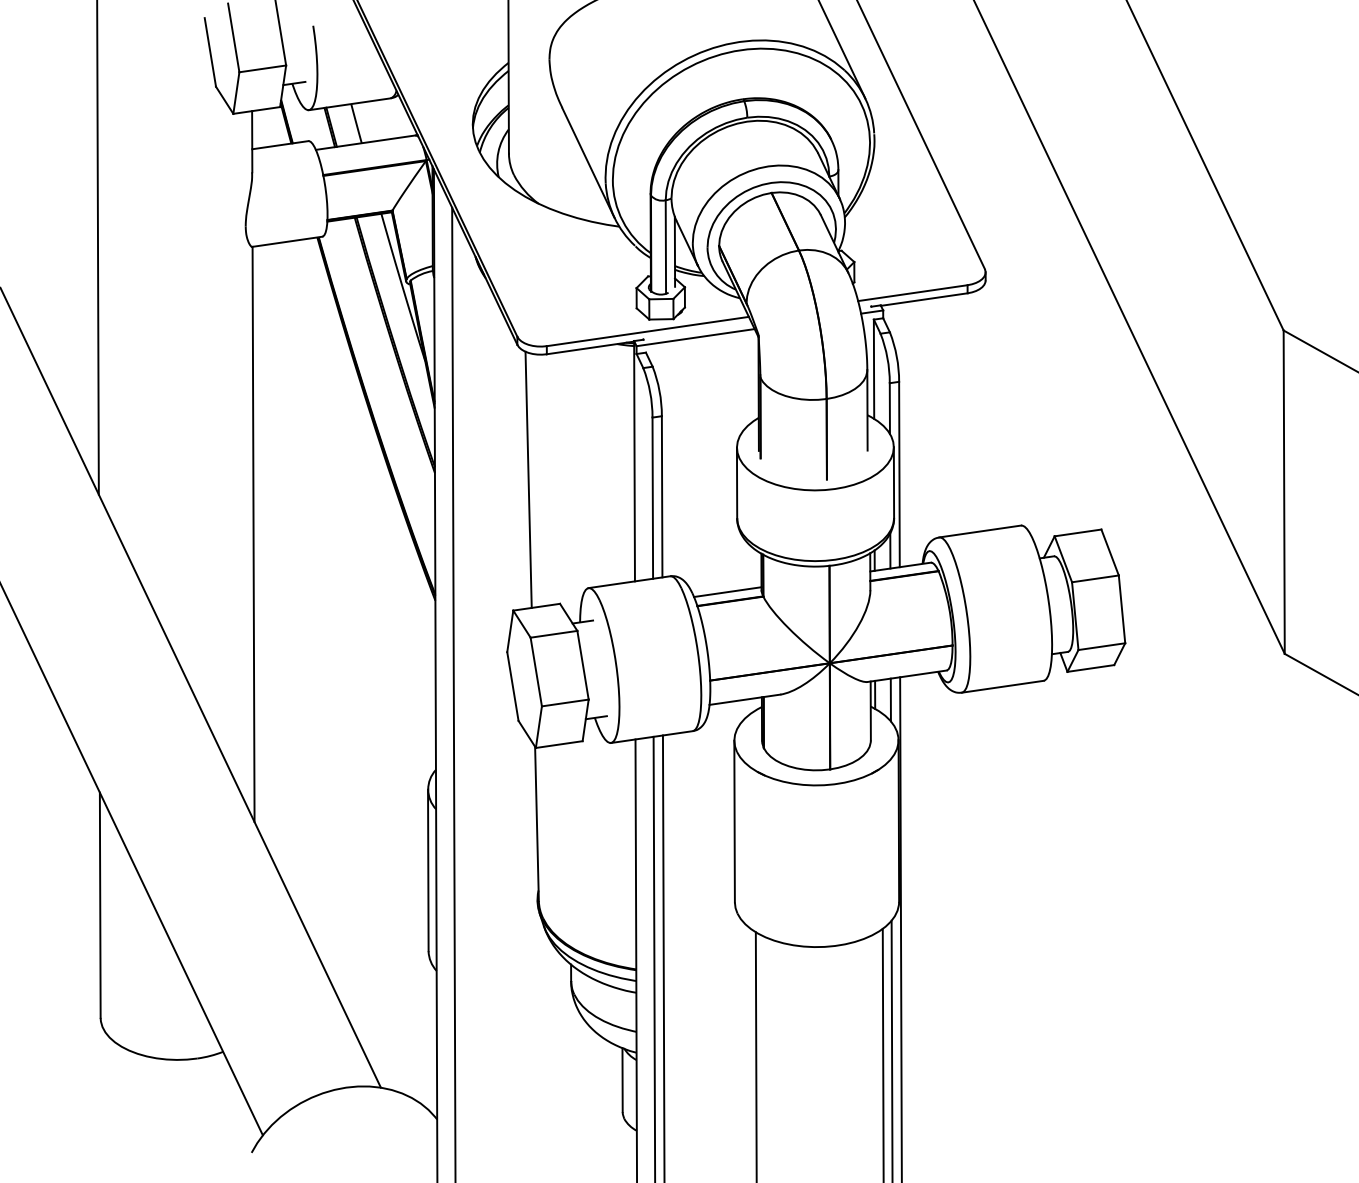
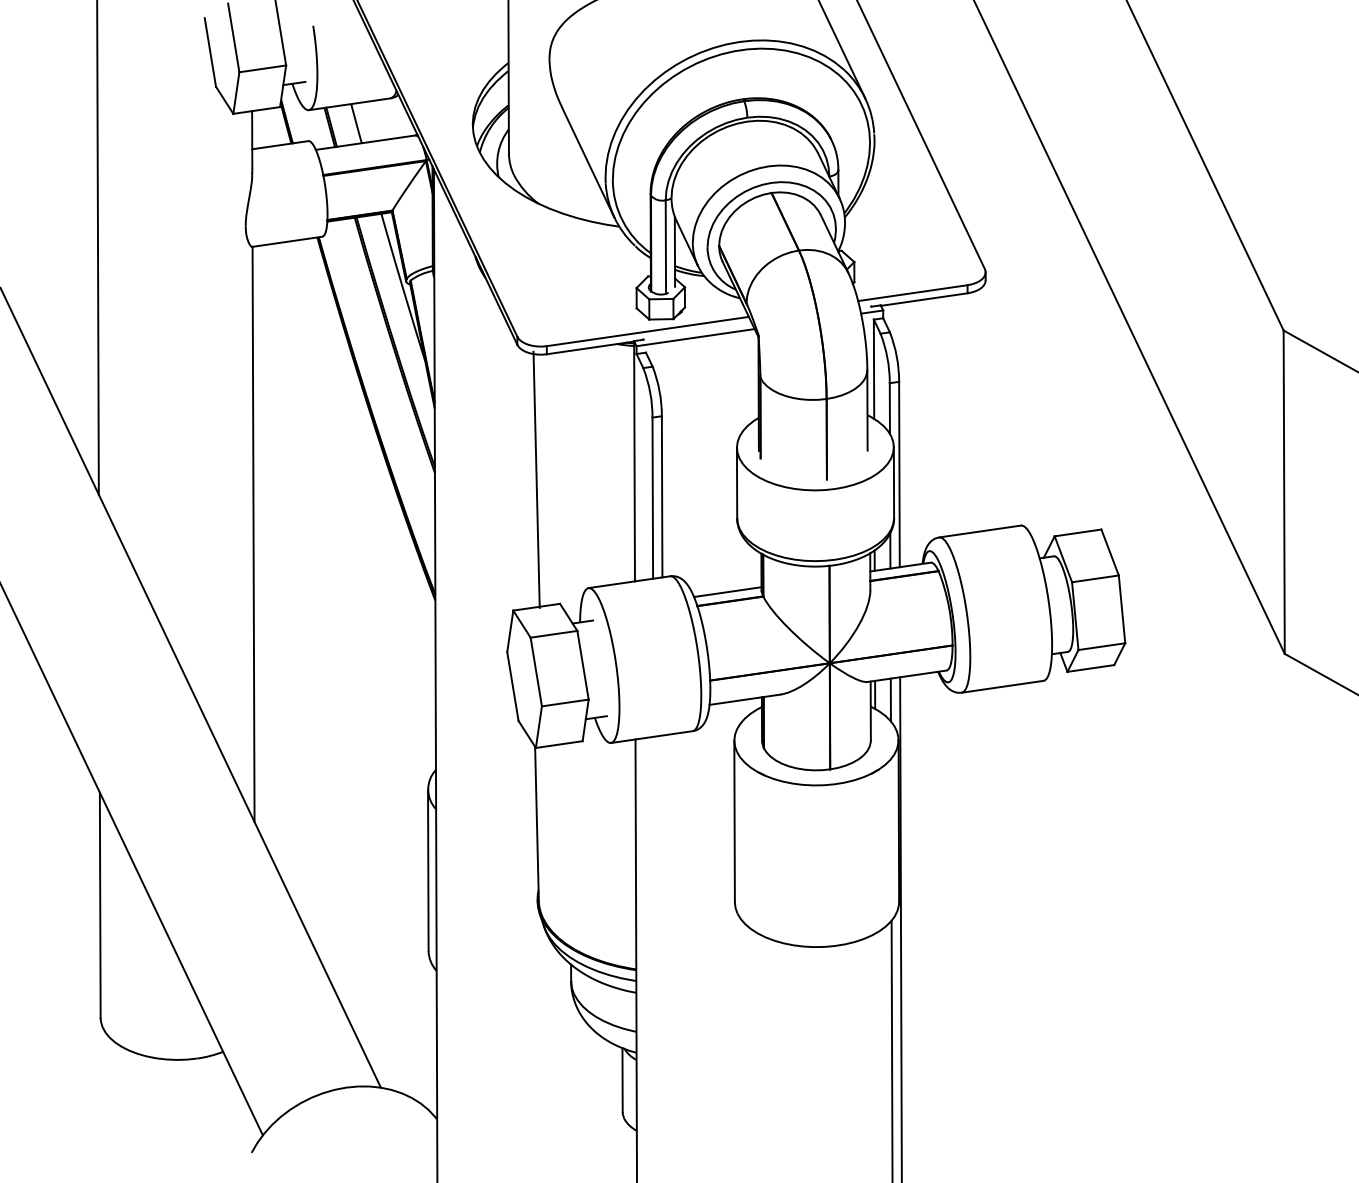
line at (528, 479) position: (528, 479) -> (536, 479)
line at (453, 693): present -> none
line at (654, 957): present -> none
line at (663, 957): present -> none
line at (882, 1053): present -> none
line at (755, 1055): present -> none
